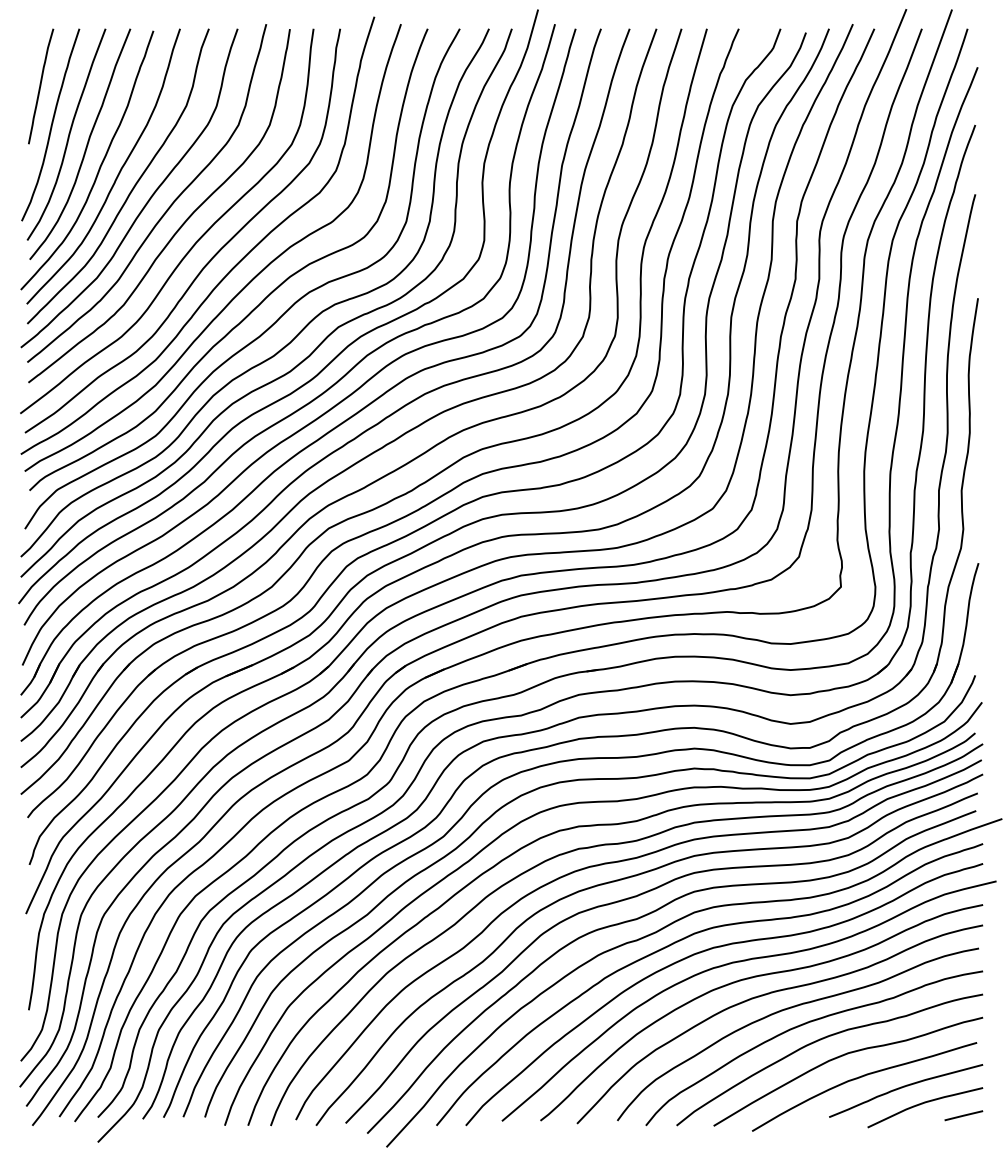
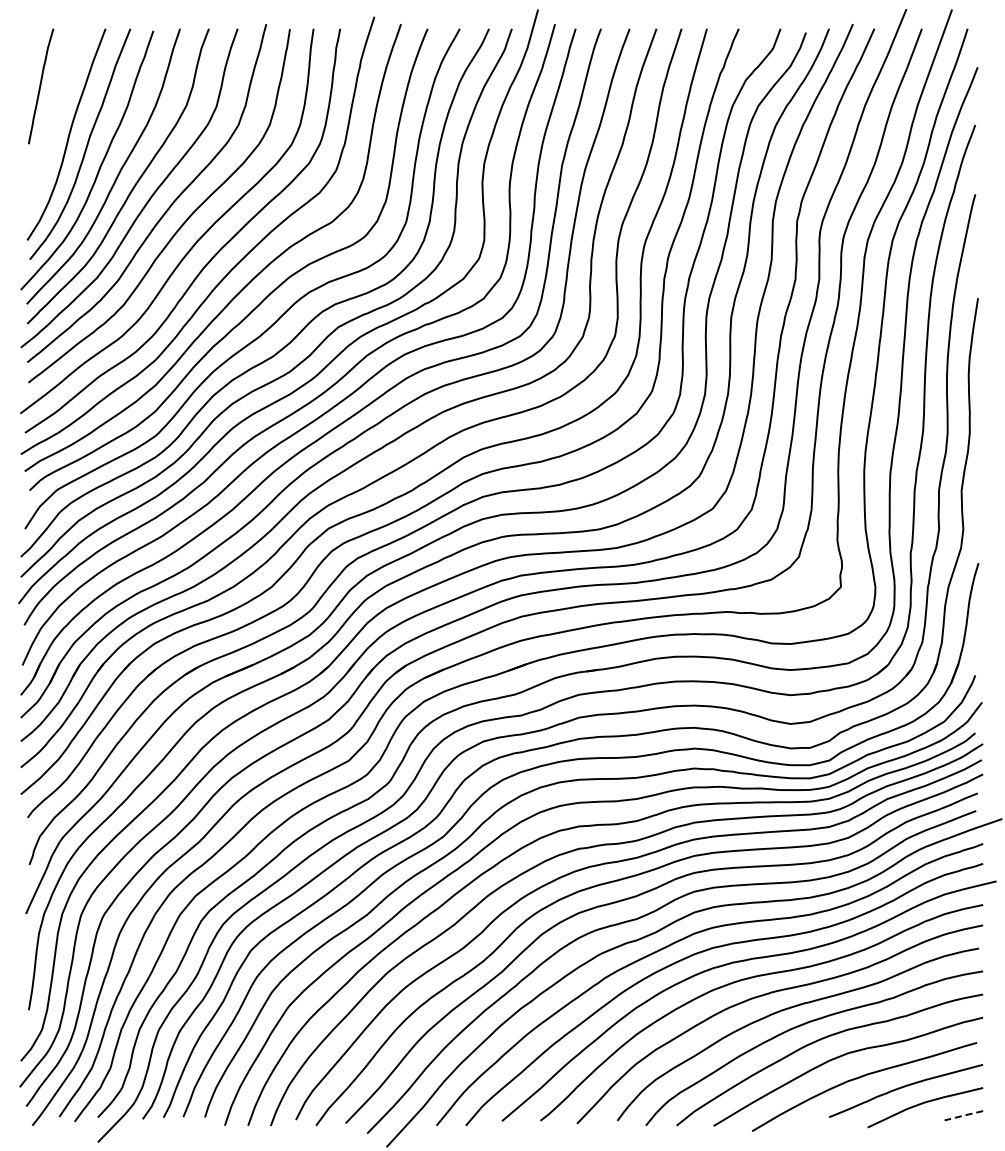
curve at (51, 124): present -> none
line at (963, 1115): solid -> dashed
